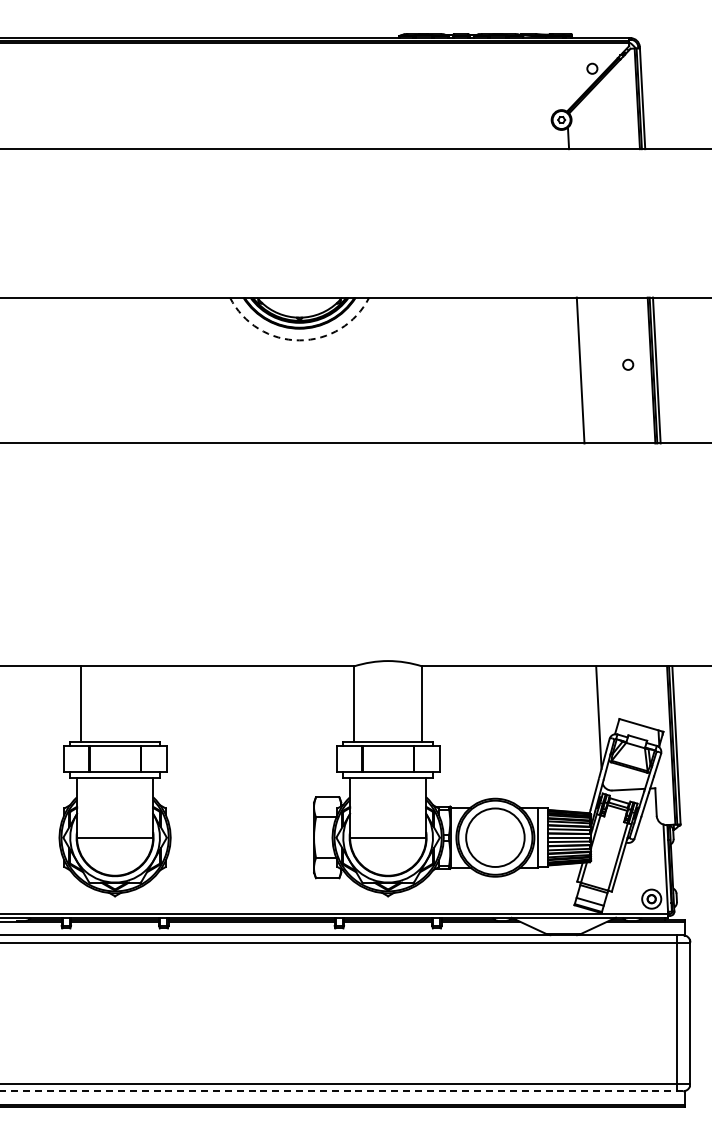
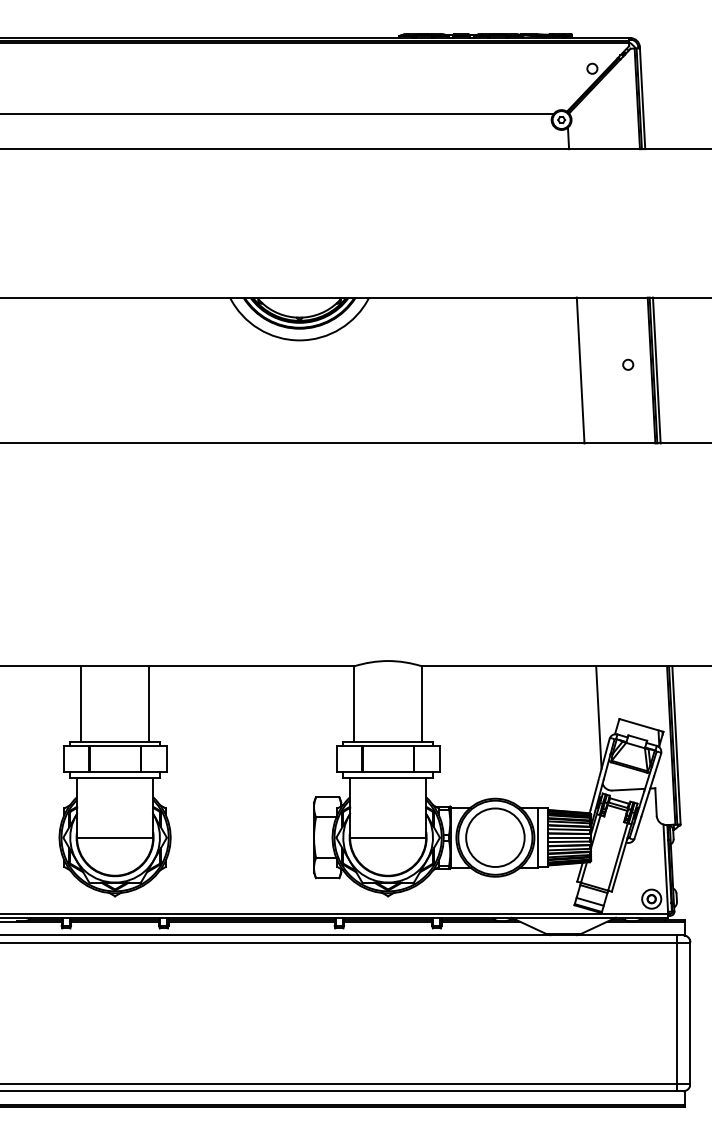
line at (277, 114): none -> present
arc at (299, 340): dashed -> solid
line at (149, 704): none -> present
line at (341, 1091): dashed -> solid
